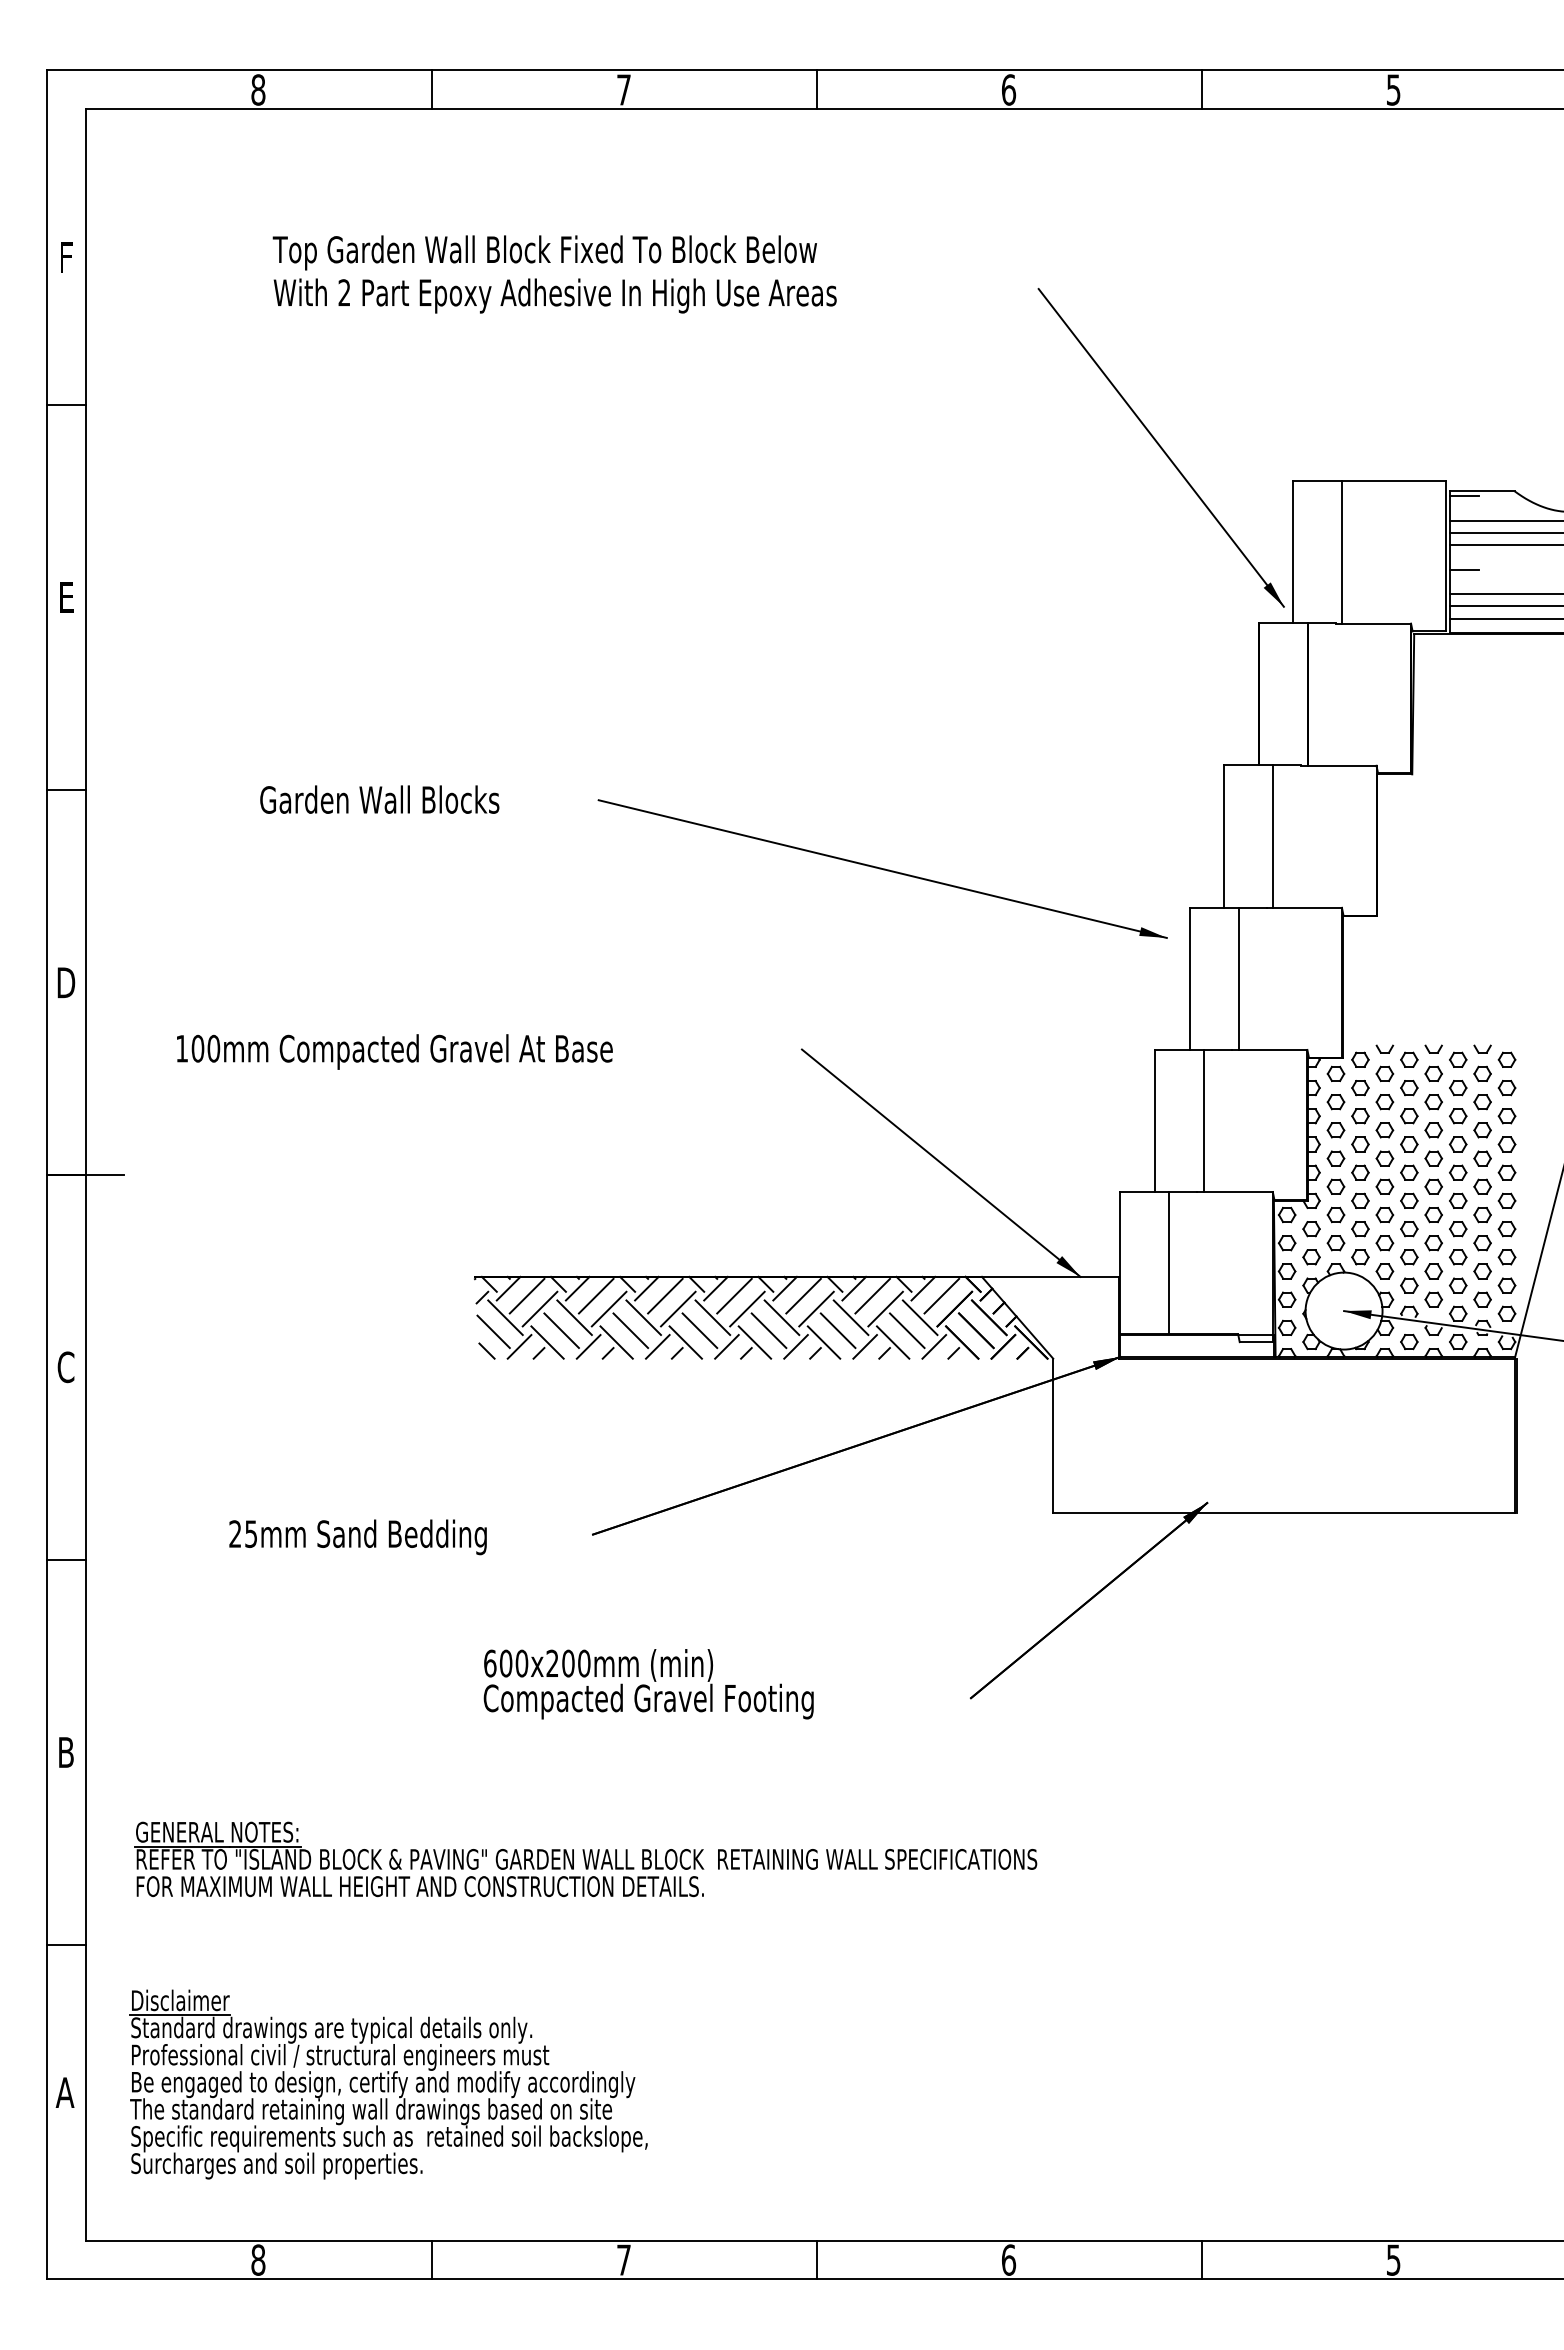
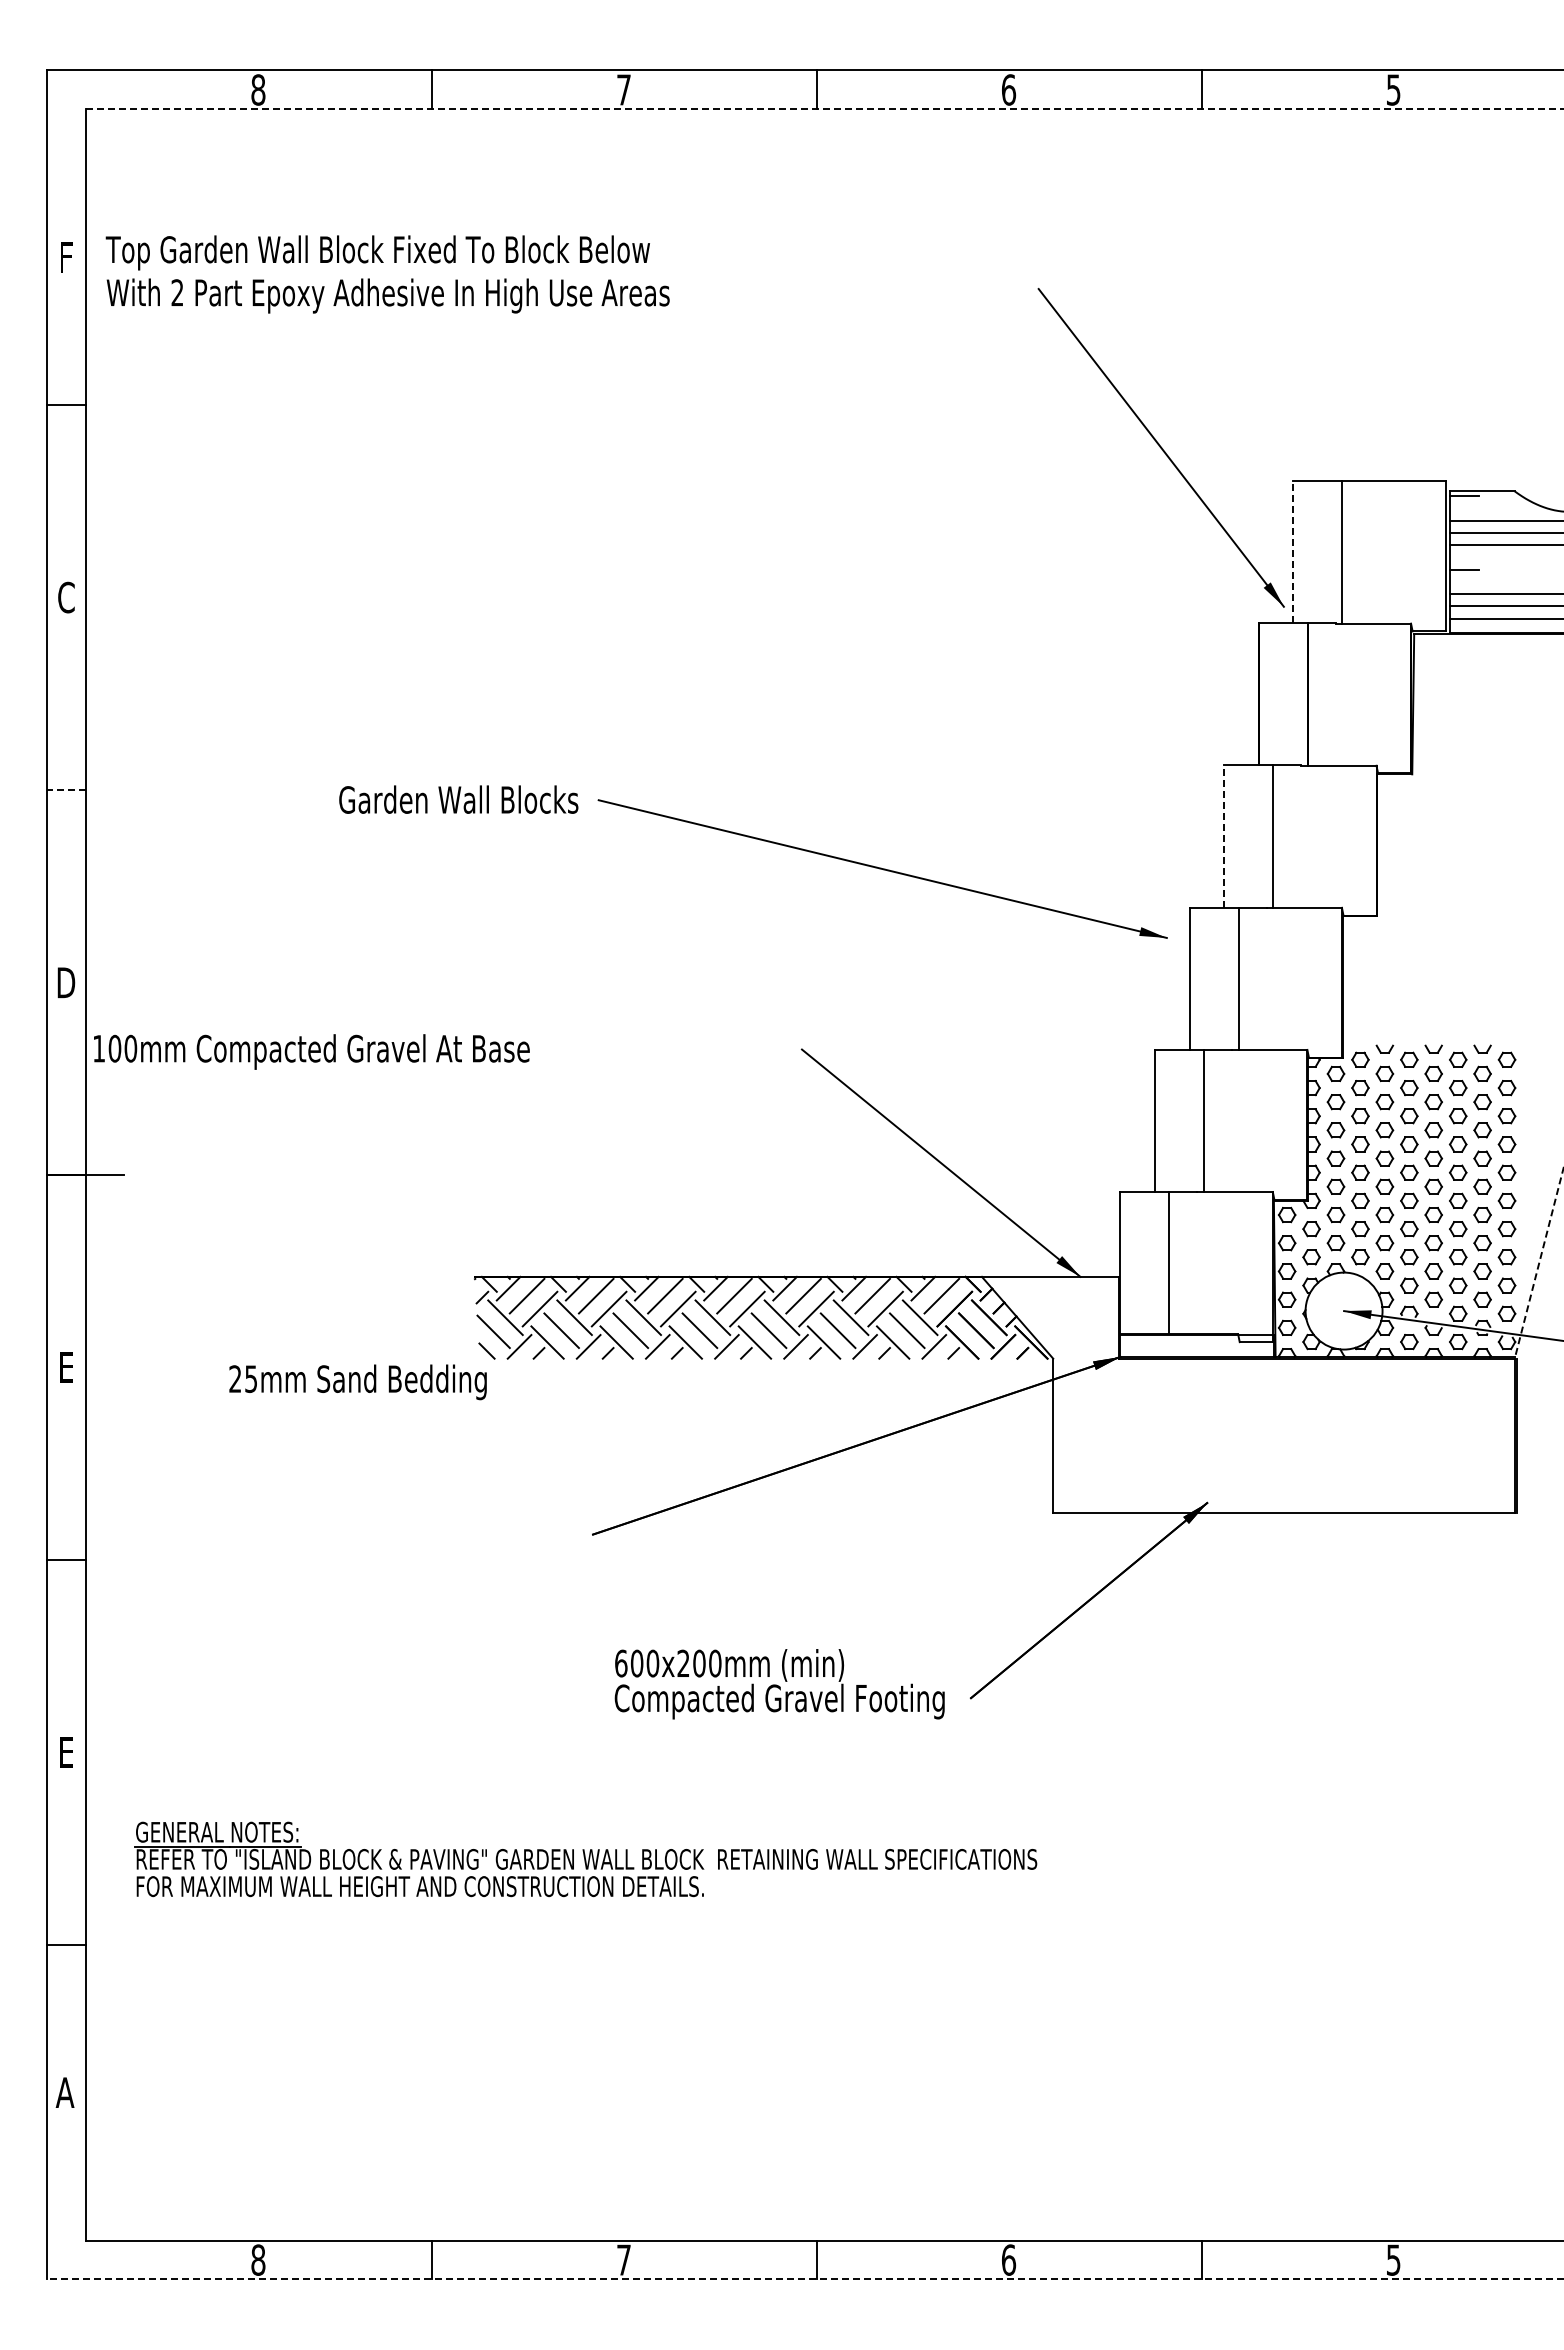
line at (824, 108): solid -> dashed
text at (554, 274) position: (554, 274) -> (387, 274)
line at (1293, 551): solid -> dashed
text at (66, 597): E -> C
line at (65, 790): solid -> dashed
text at (379, 799) position: (379, 799) -> (458, 799)
line at (1224, 836): solid -> dashed
text at (394, 1051) position: (394, 1051) -> (311, 1051)
line at (1539, 1262): solid -> dashed
text at (65, 1367): C -> E
text at (357, 1537) position: (357, 1537) -> (357, 1382)
text at (648, 1684) position: (648, 1684) -> (779, 1684)
text at (66, 1752): B -> E
part at (388, 2084): present -> none
line at (805, 2279): solid -> dashed
